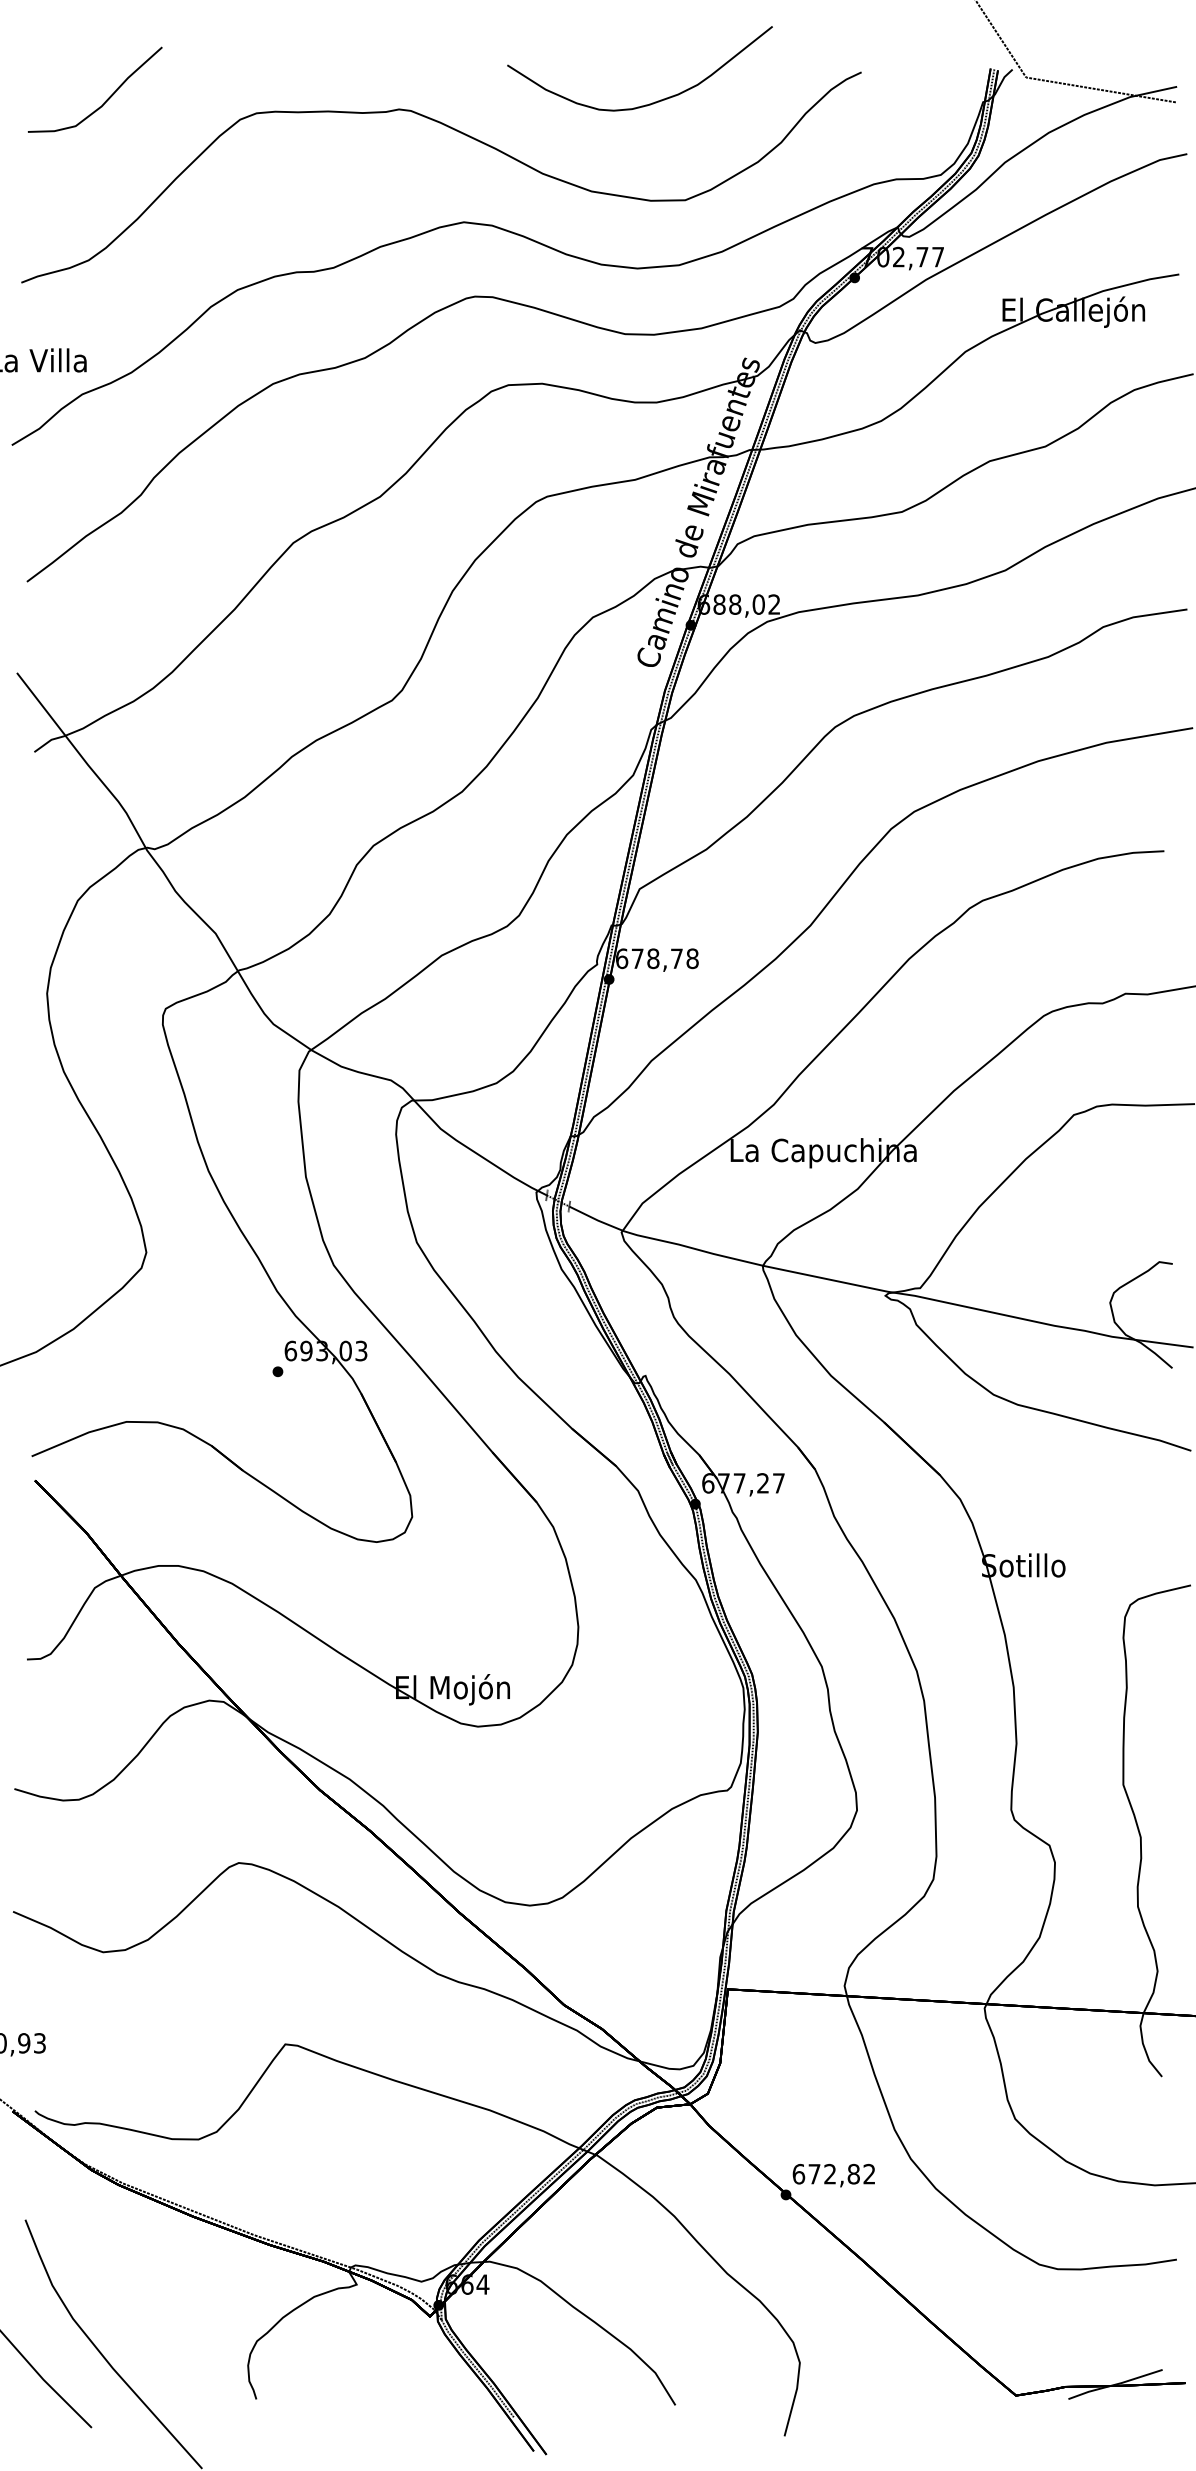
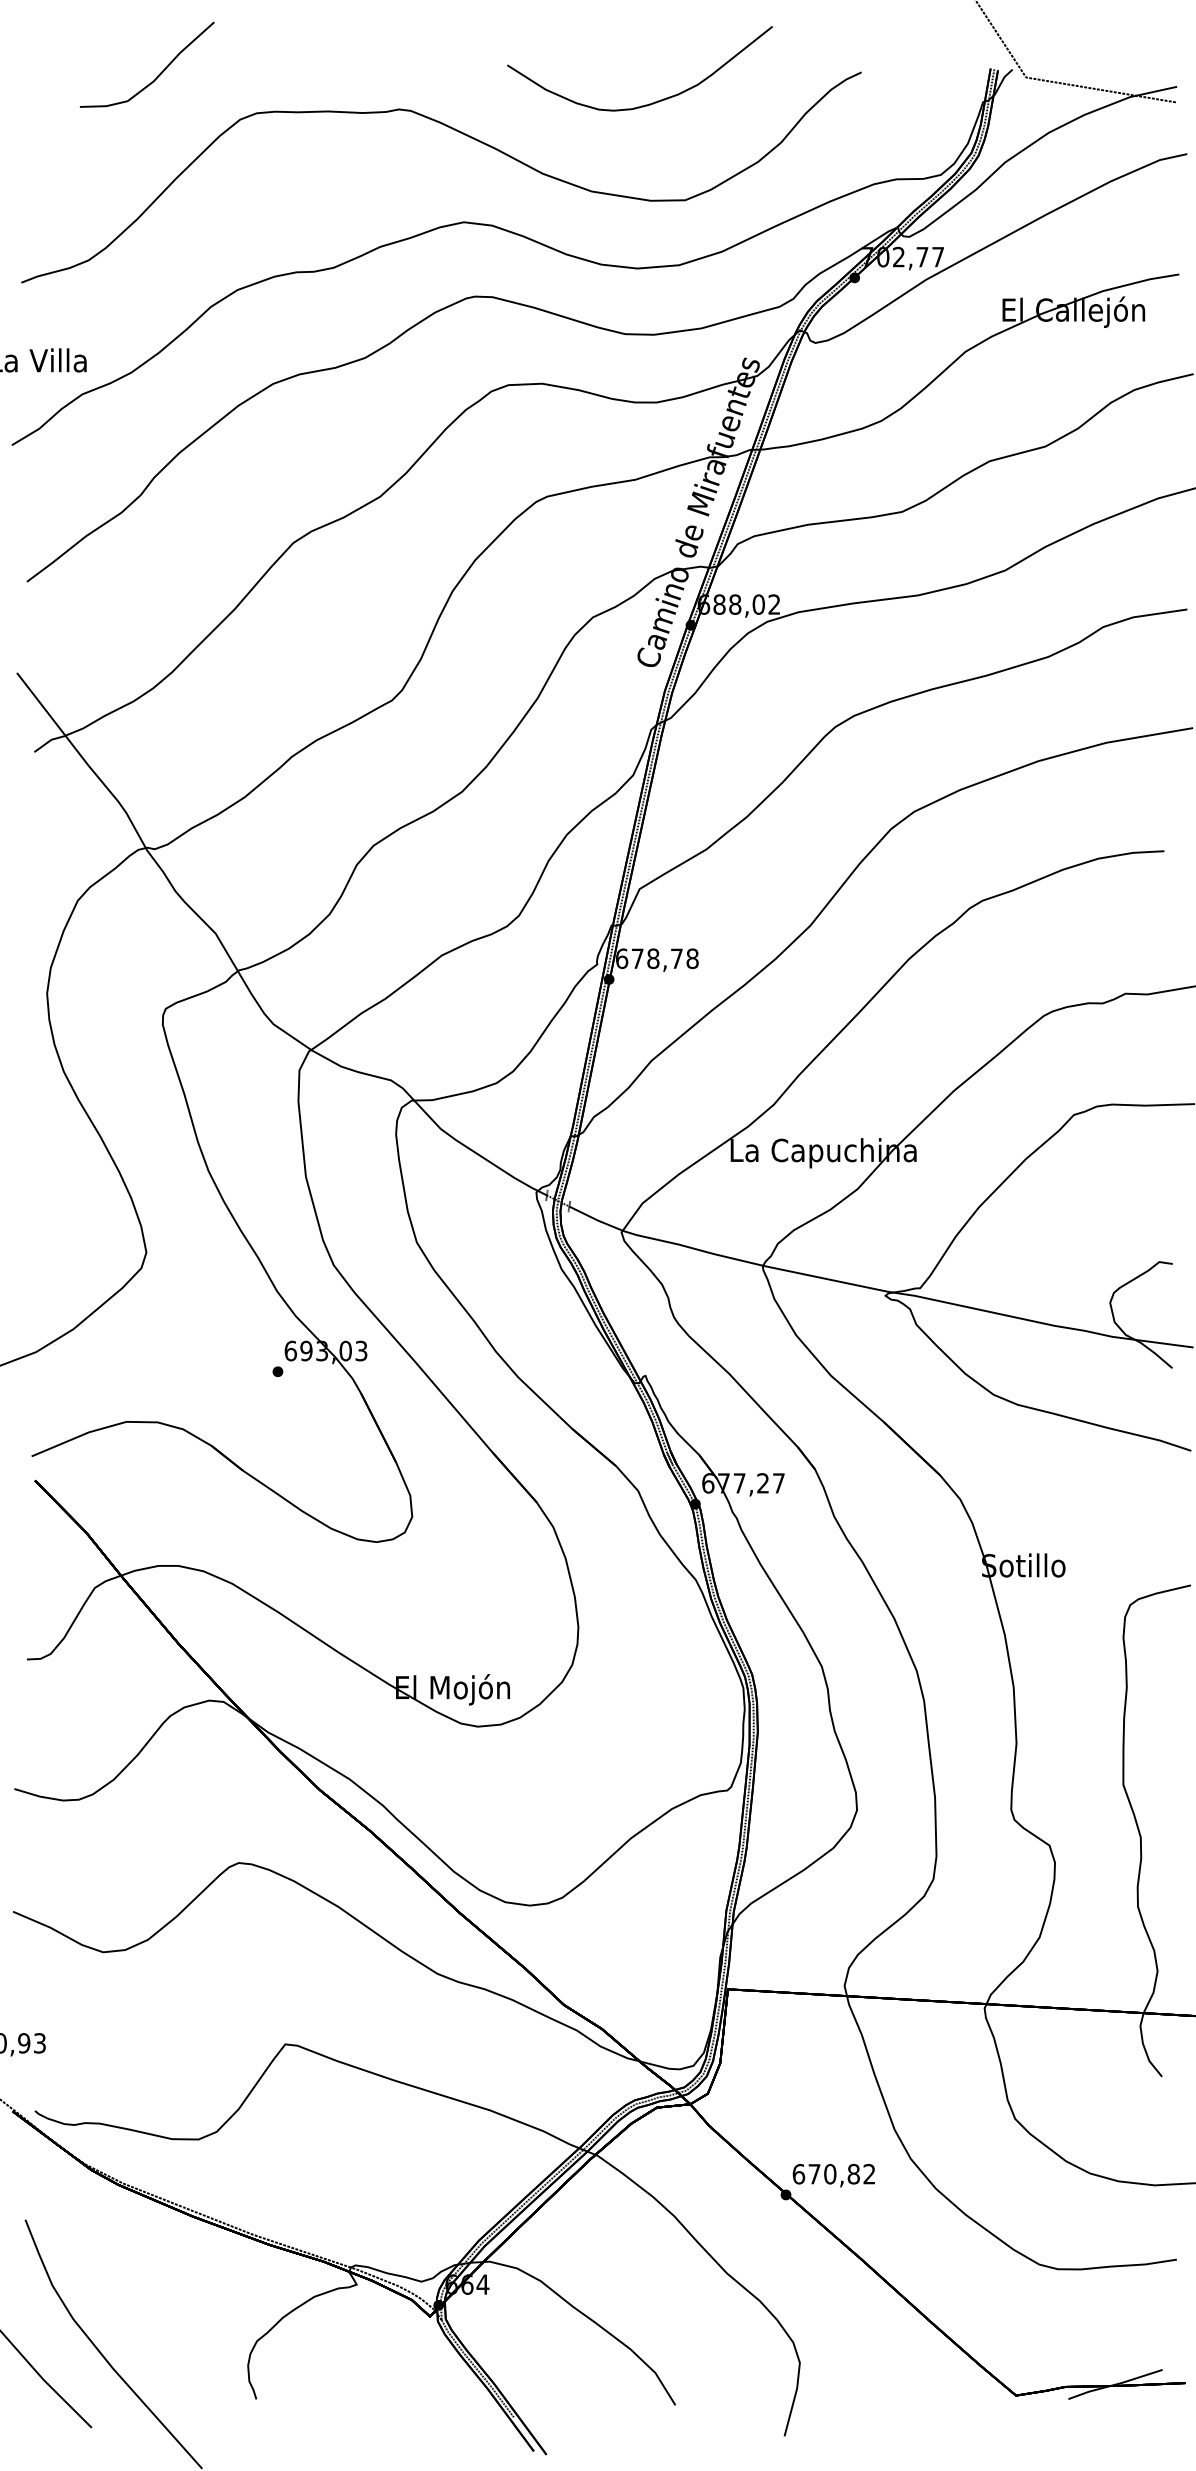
curve at (105, 100) position: (105, 100) -> (157, 75)
text at (830, 2174): 672,82 -> 670,82
